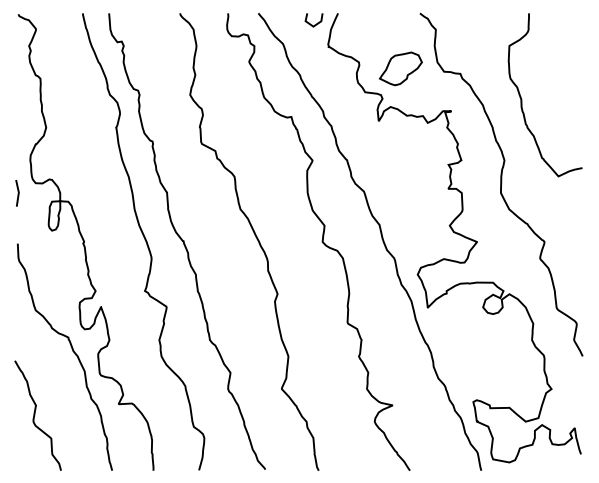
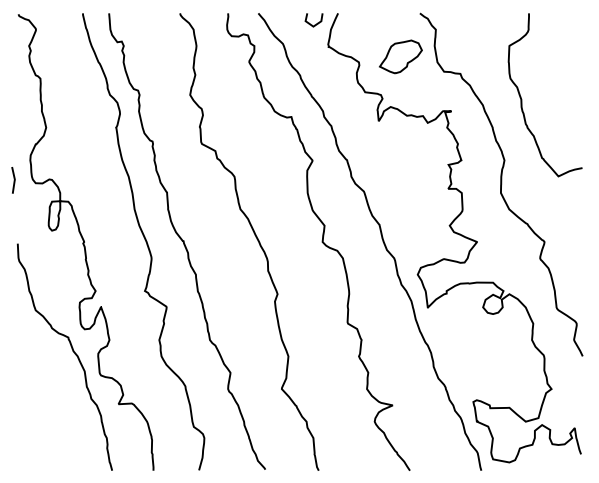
part at (400, 68) position: (400, 68) -> (400, 56)
line at (17, 193) position: (17, 193) -> (13, 180)
curve at (35, 415): present -> none
